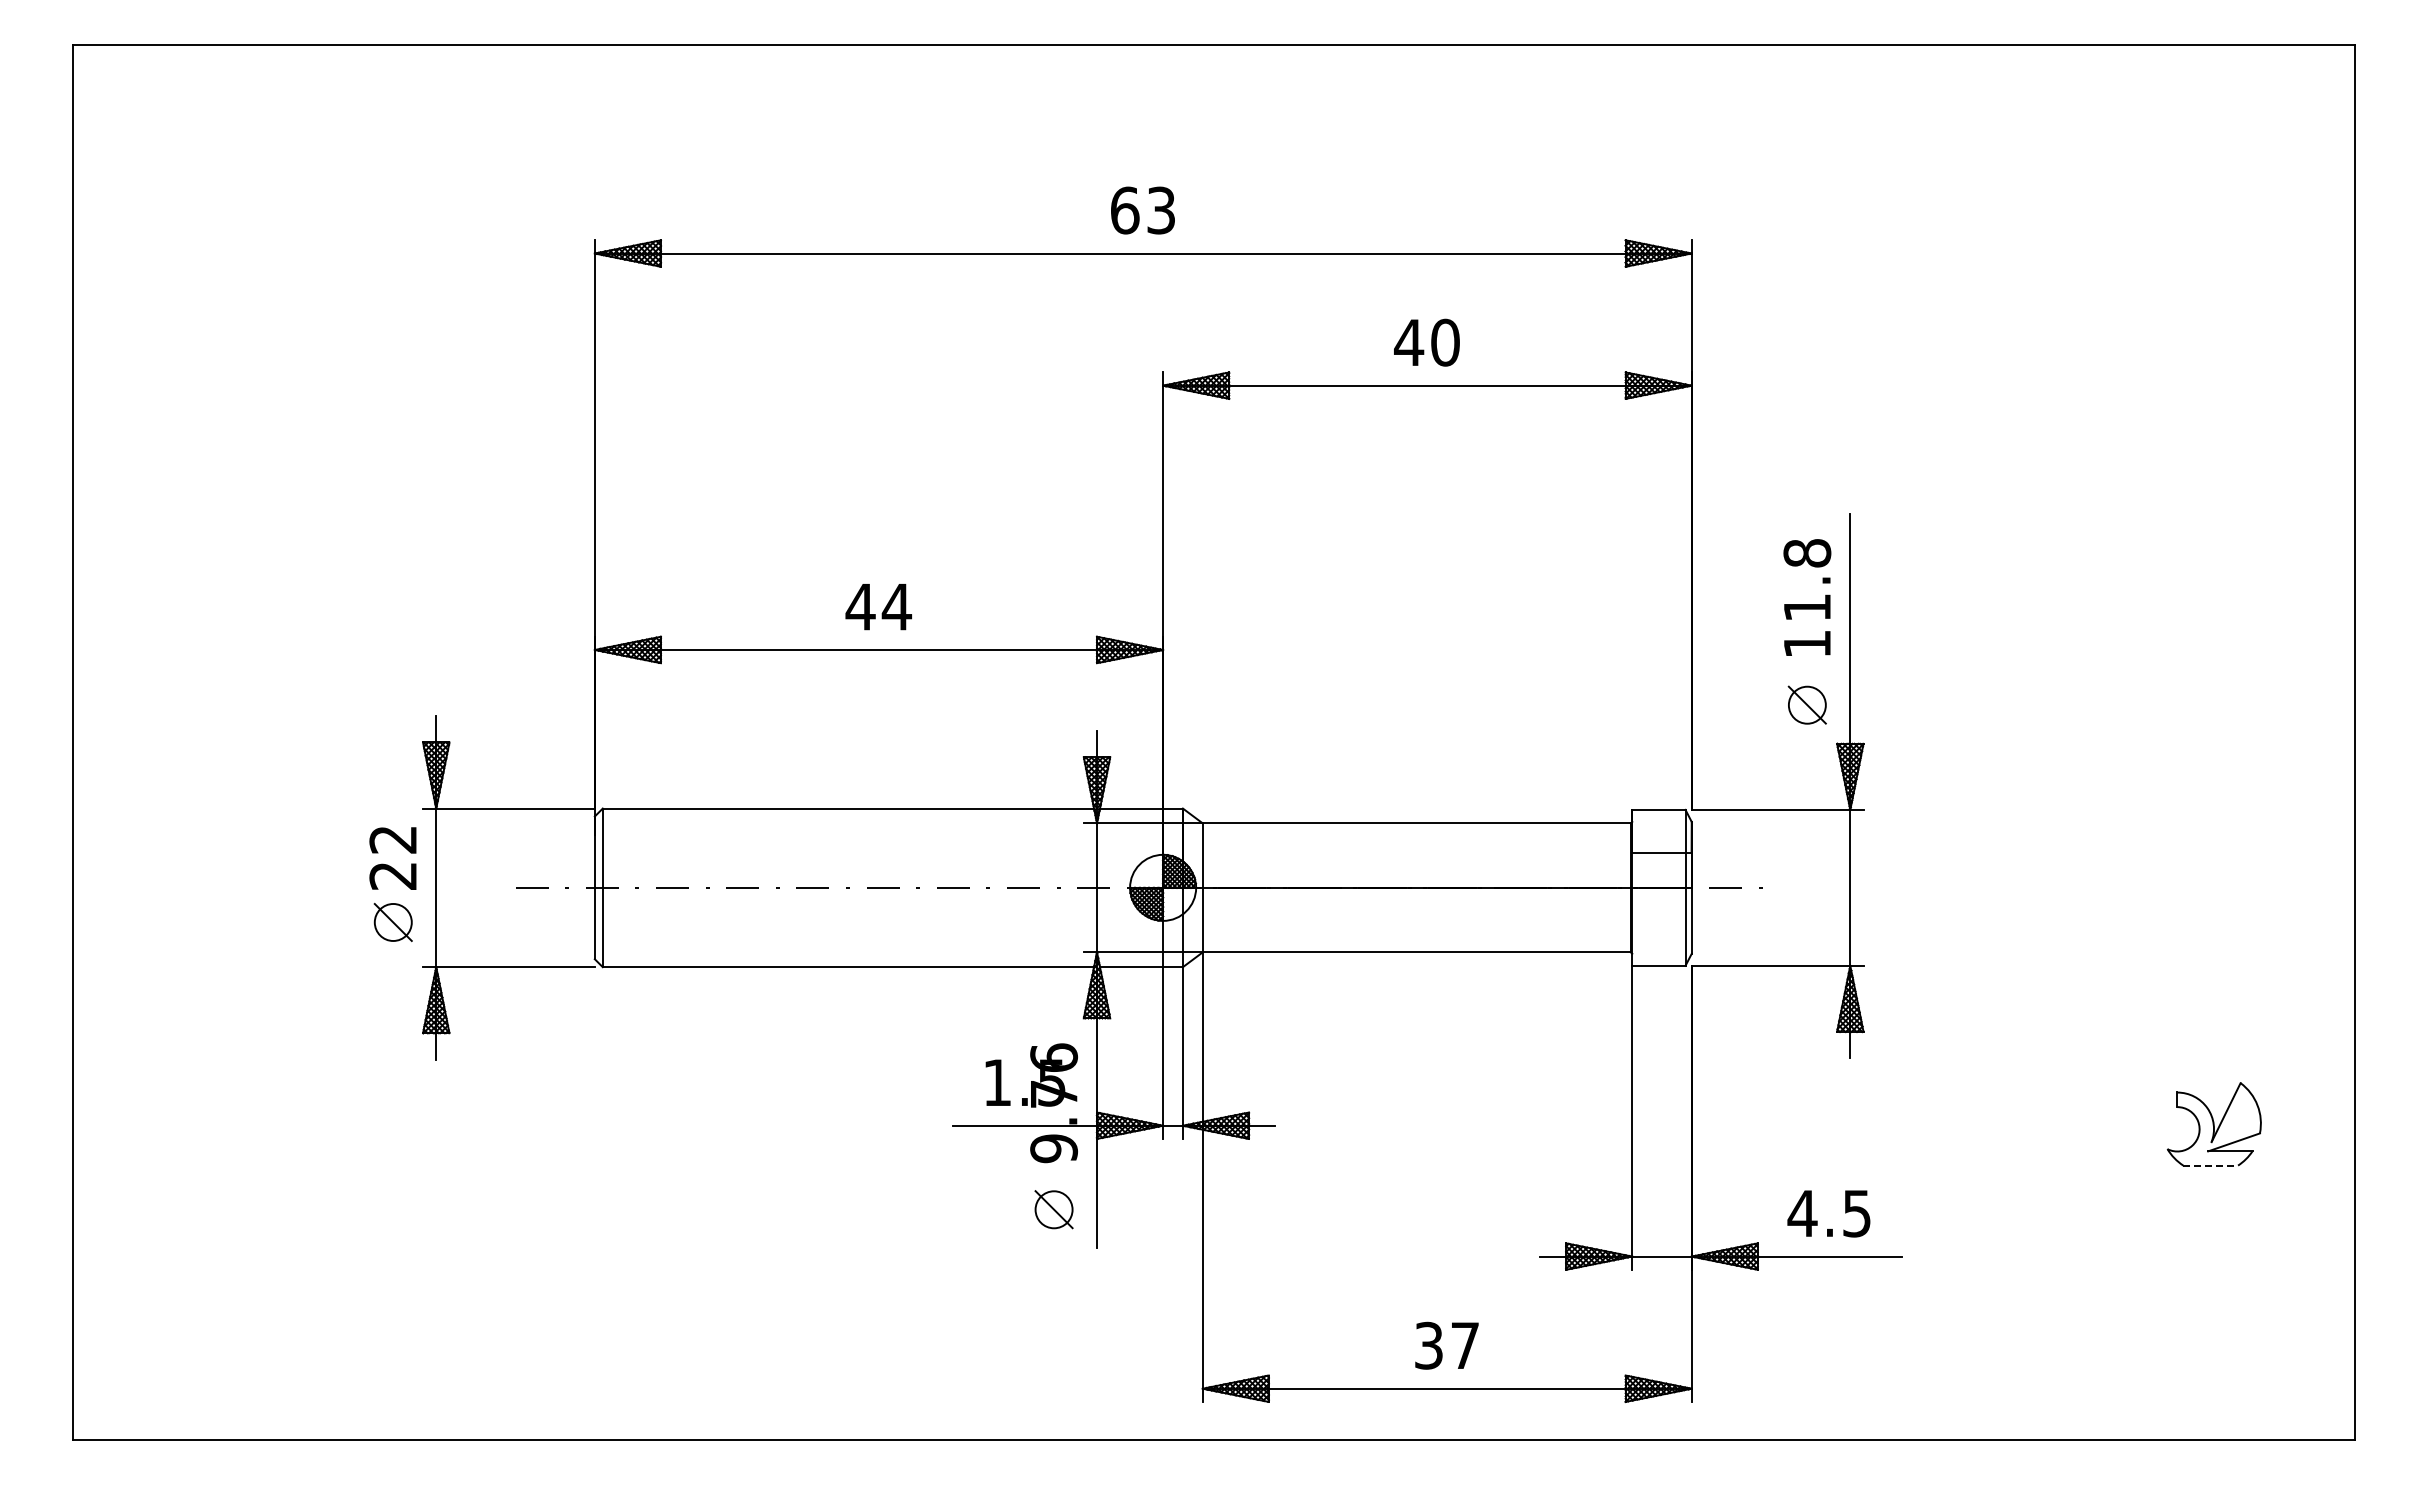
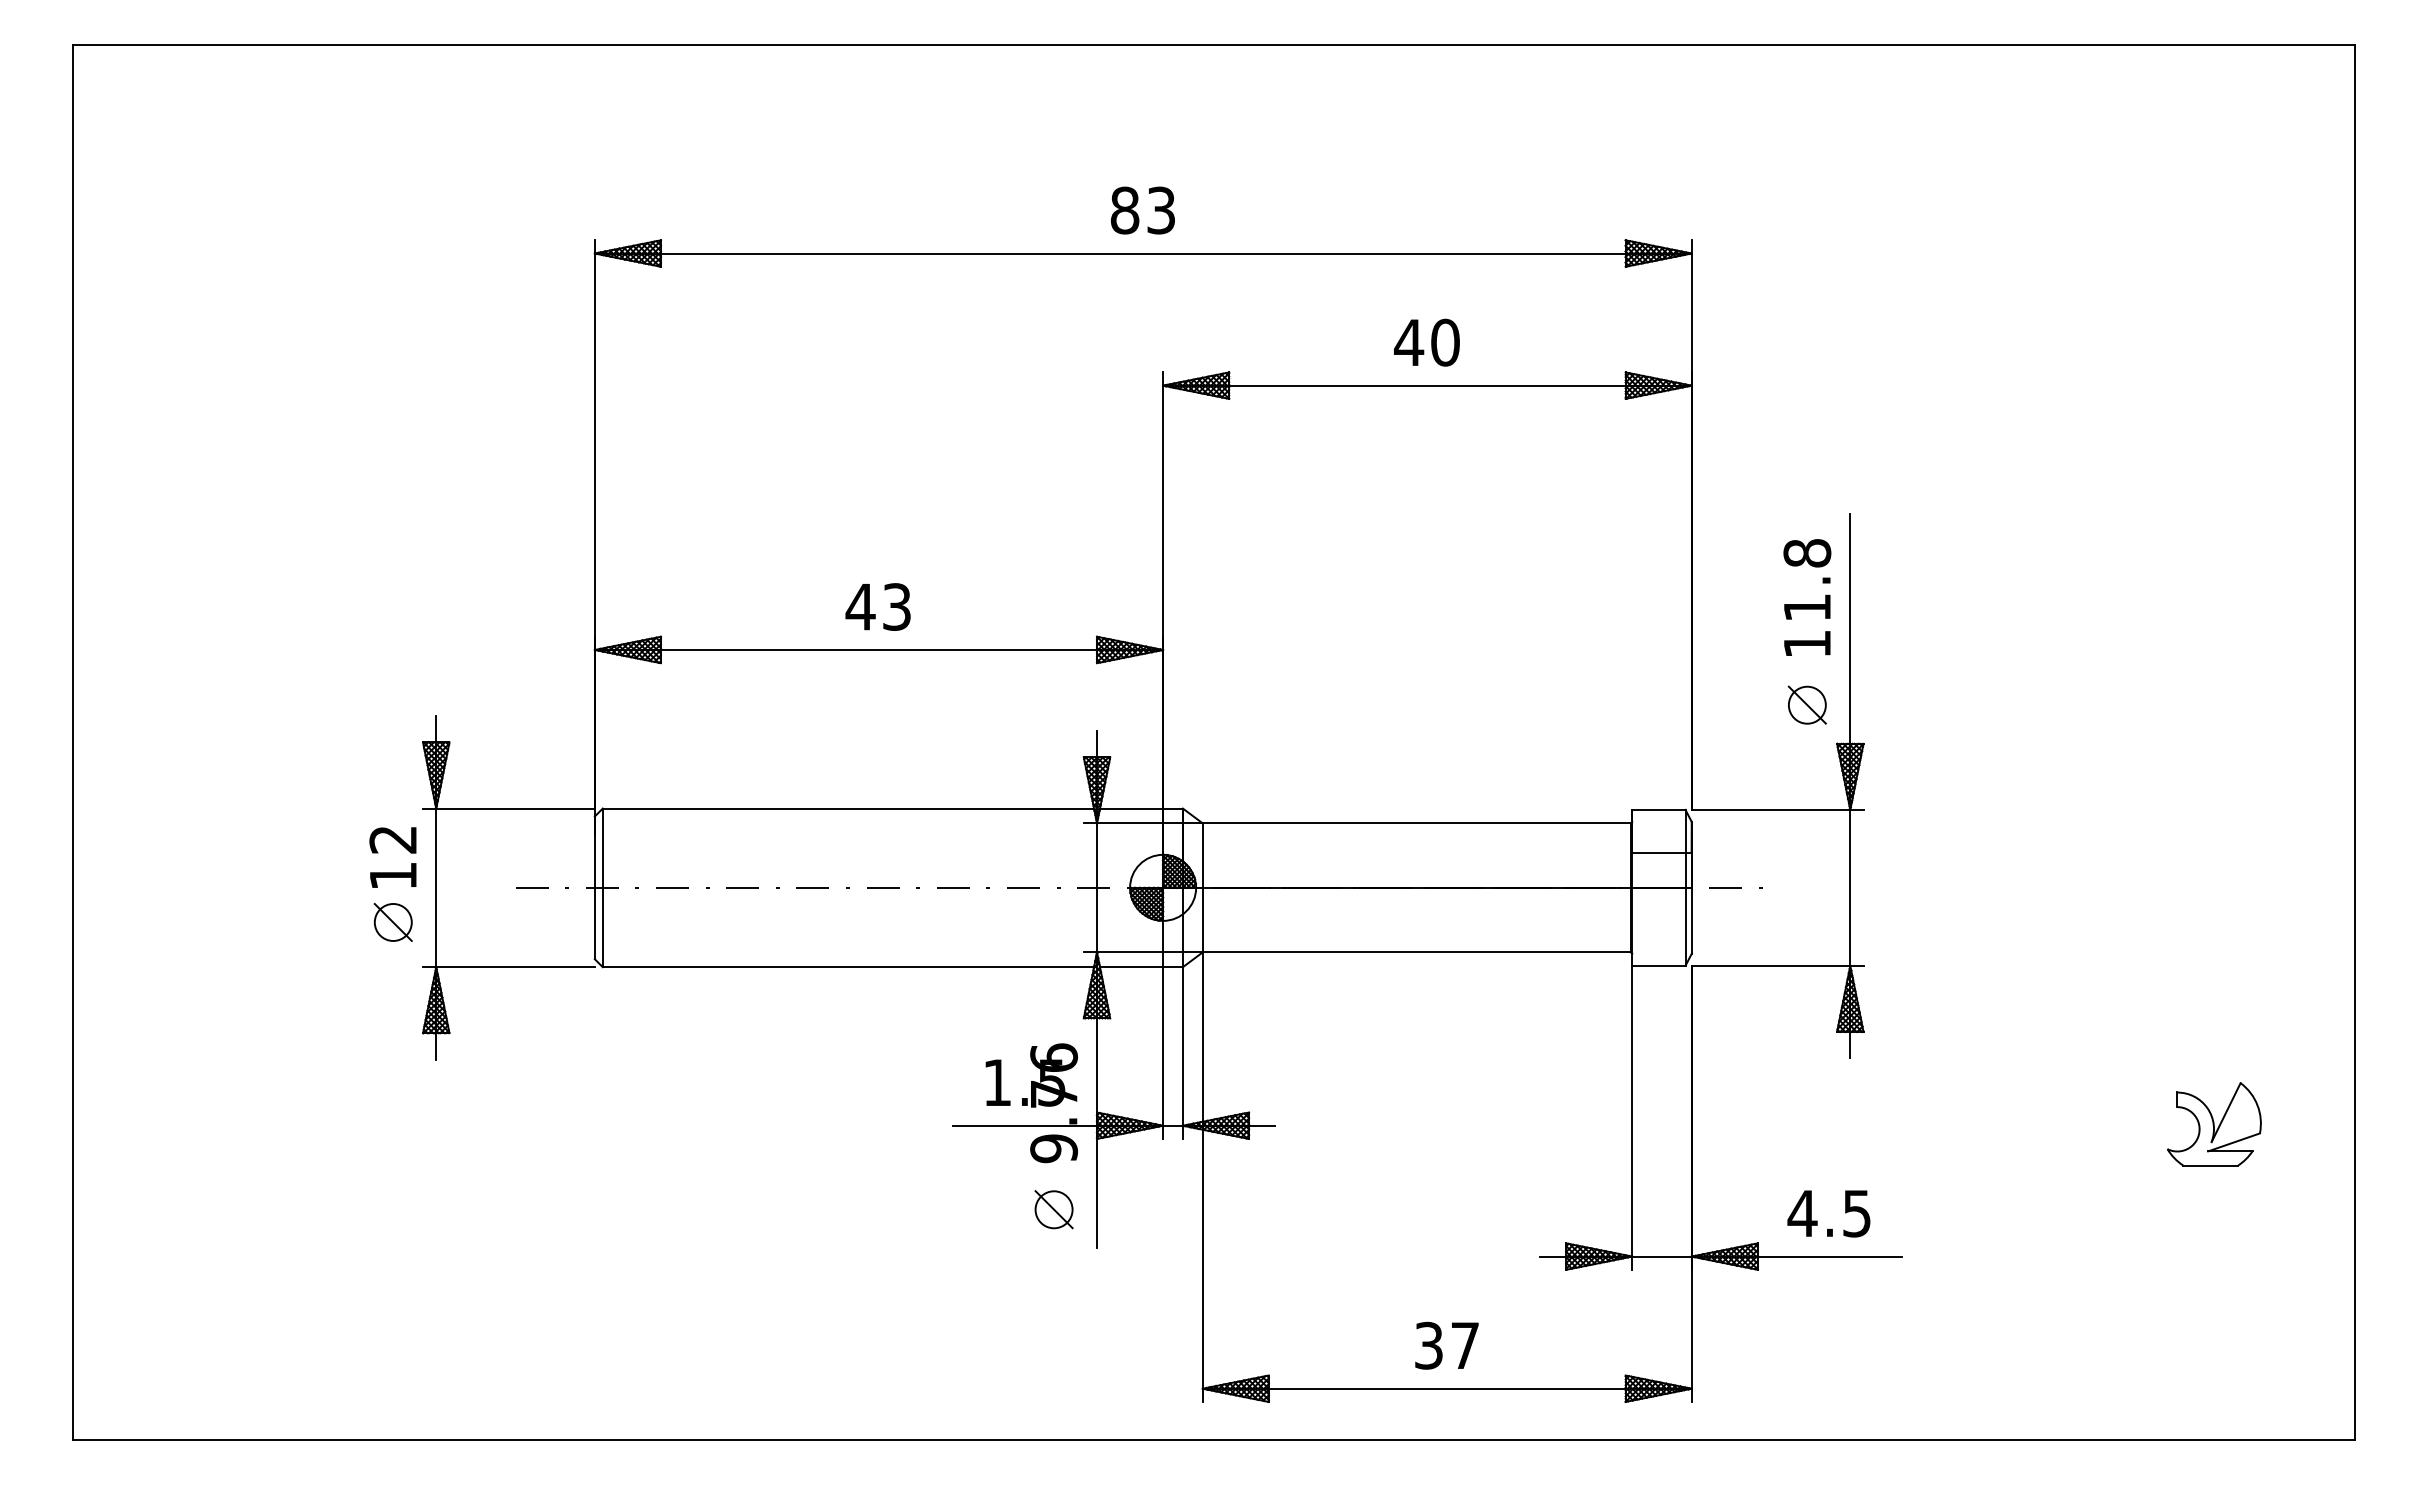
text at (1124, 210): 63 -> 83
text at (896, 606): 44 -> 43
text at (392, 876): 22 -> 12
line at (2211, 1165): dashed -> solid
